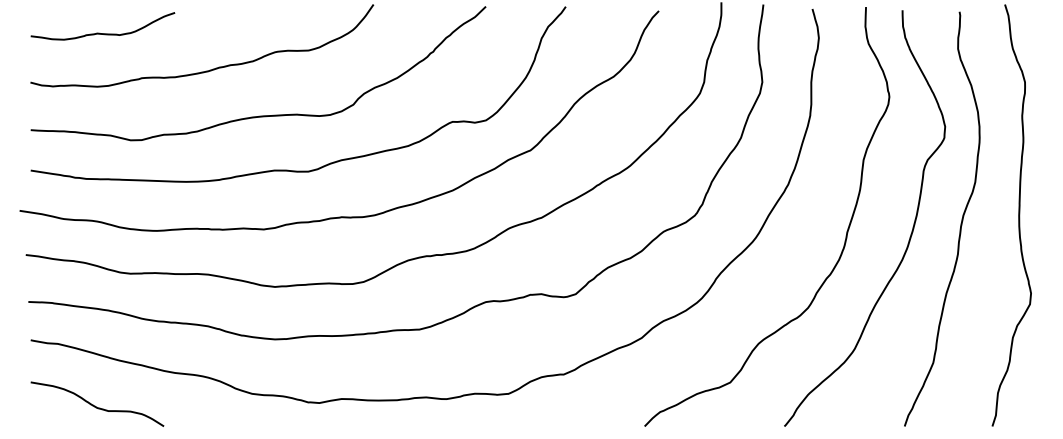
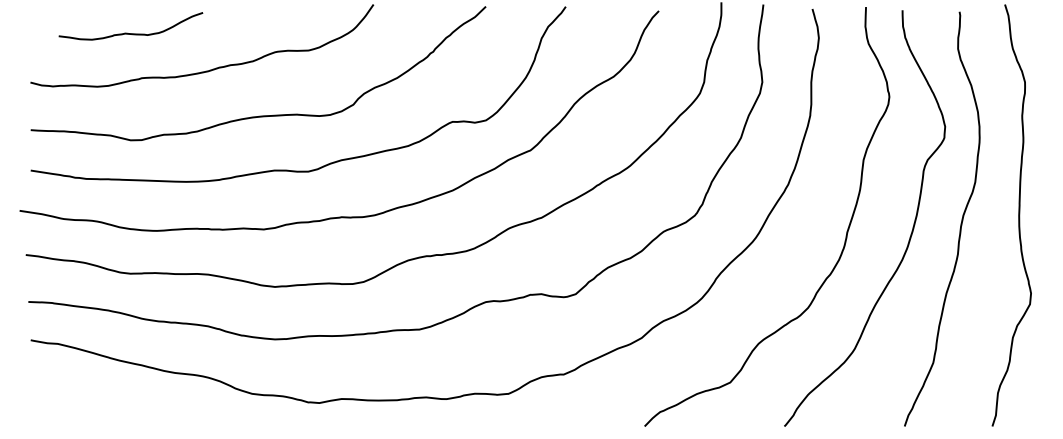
curve at (99, 32) position: (99, 32) -> (127, 32)
curve at (95, 405): present -> none
